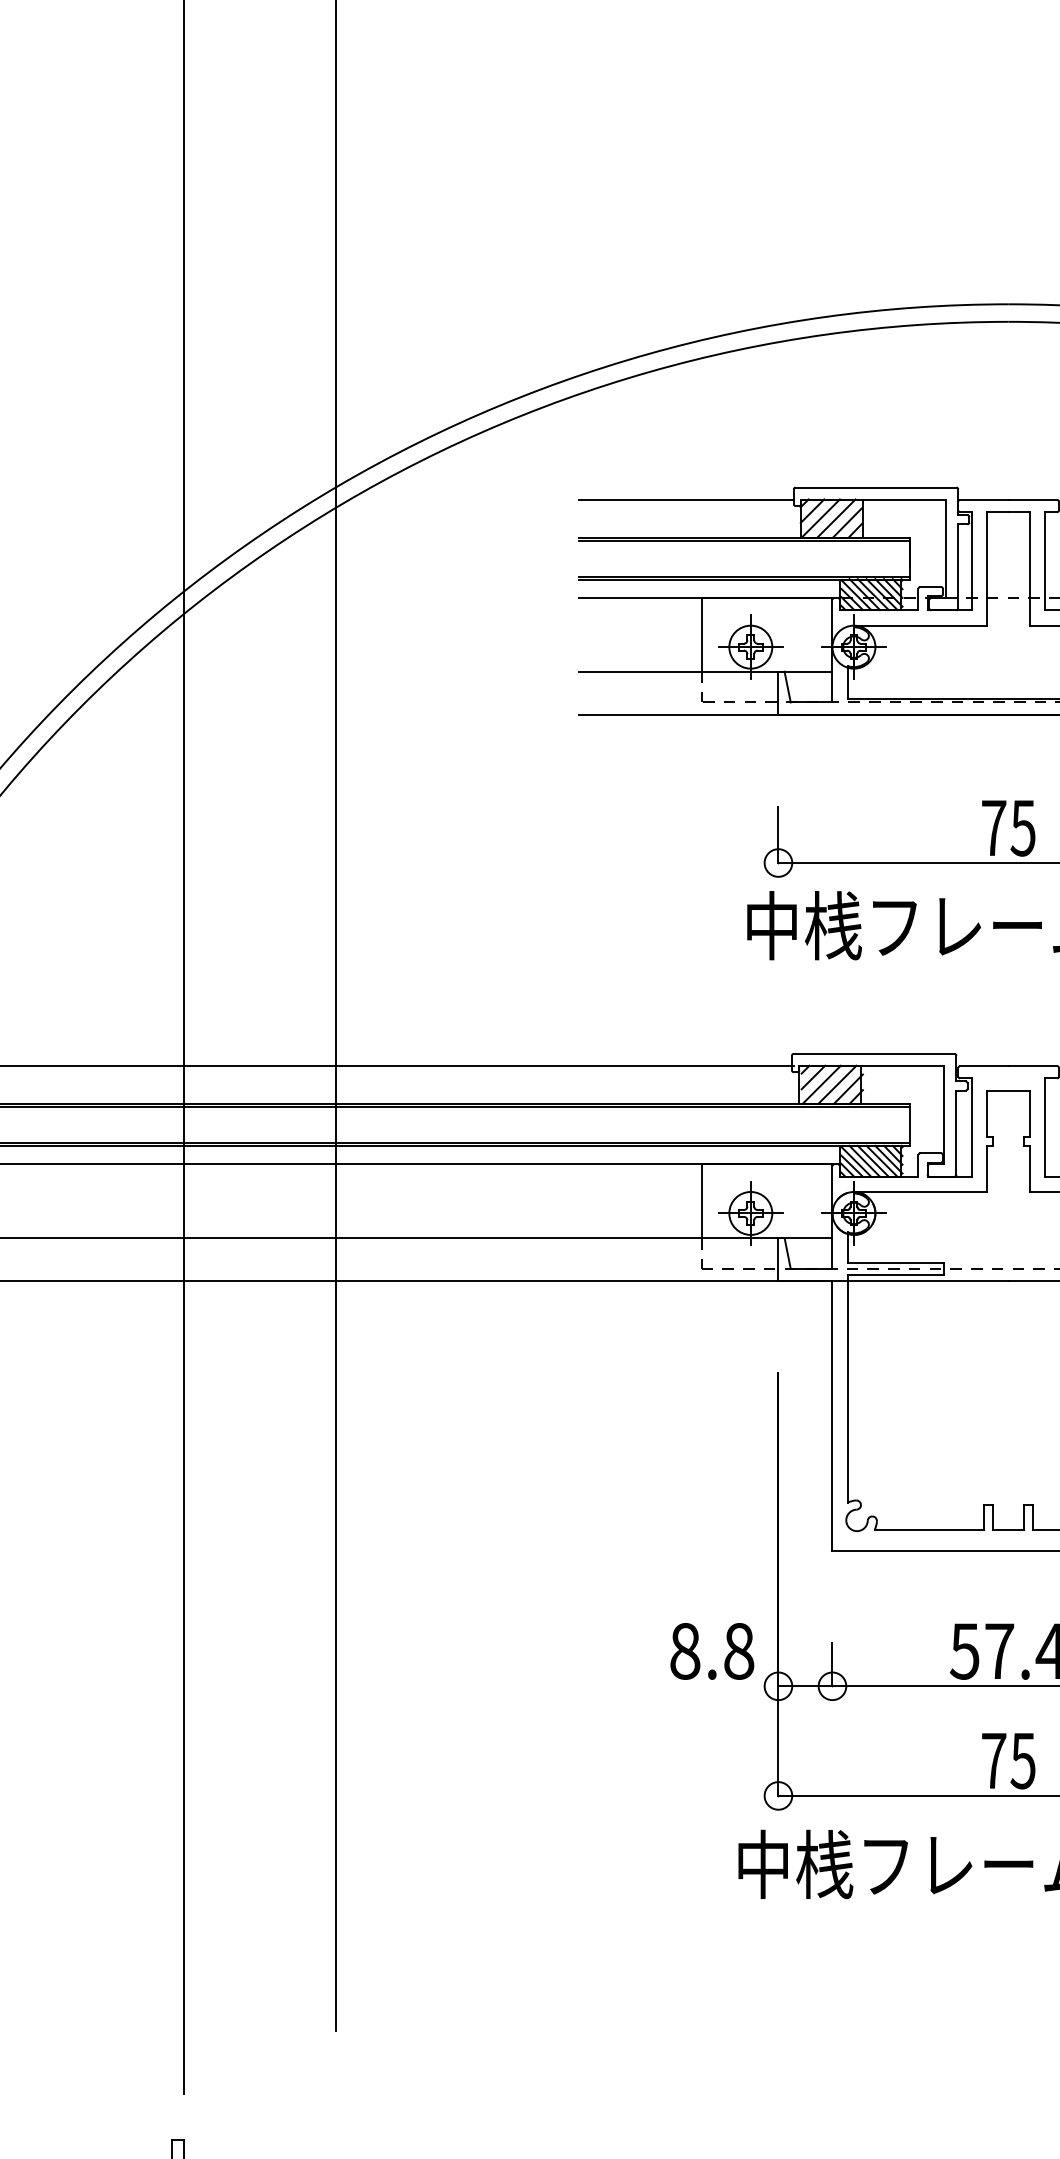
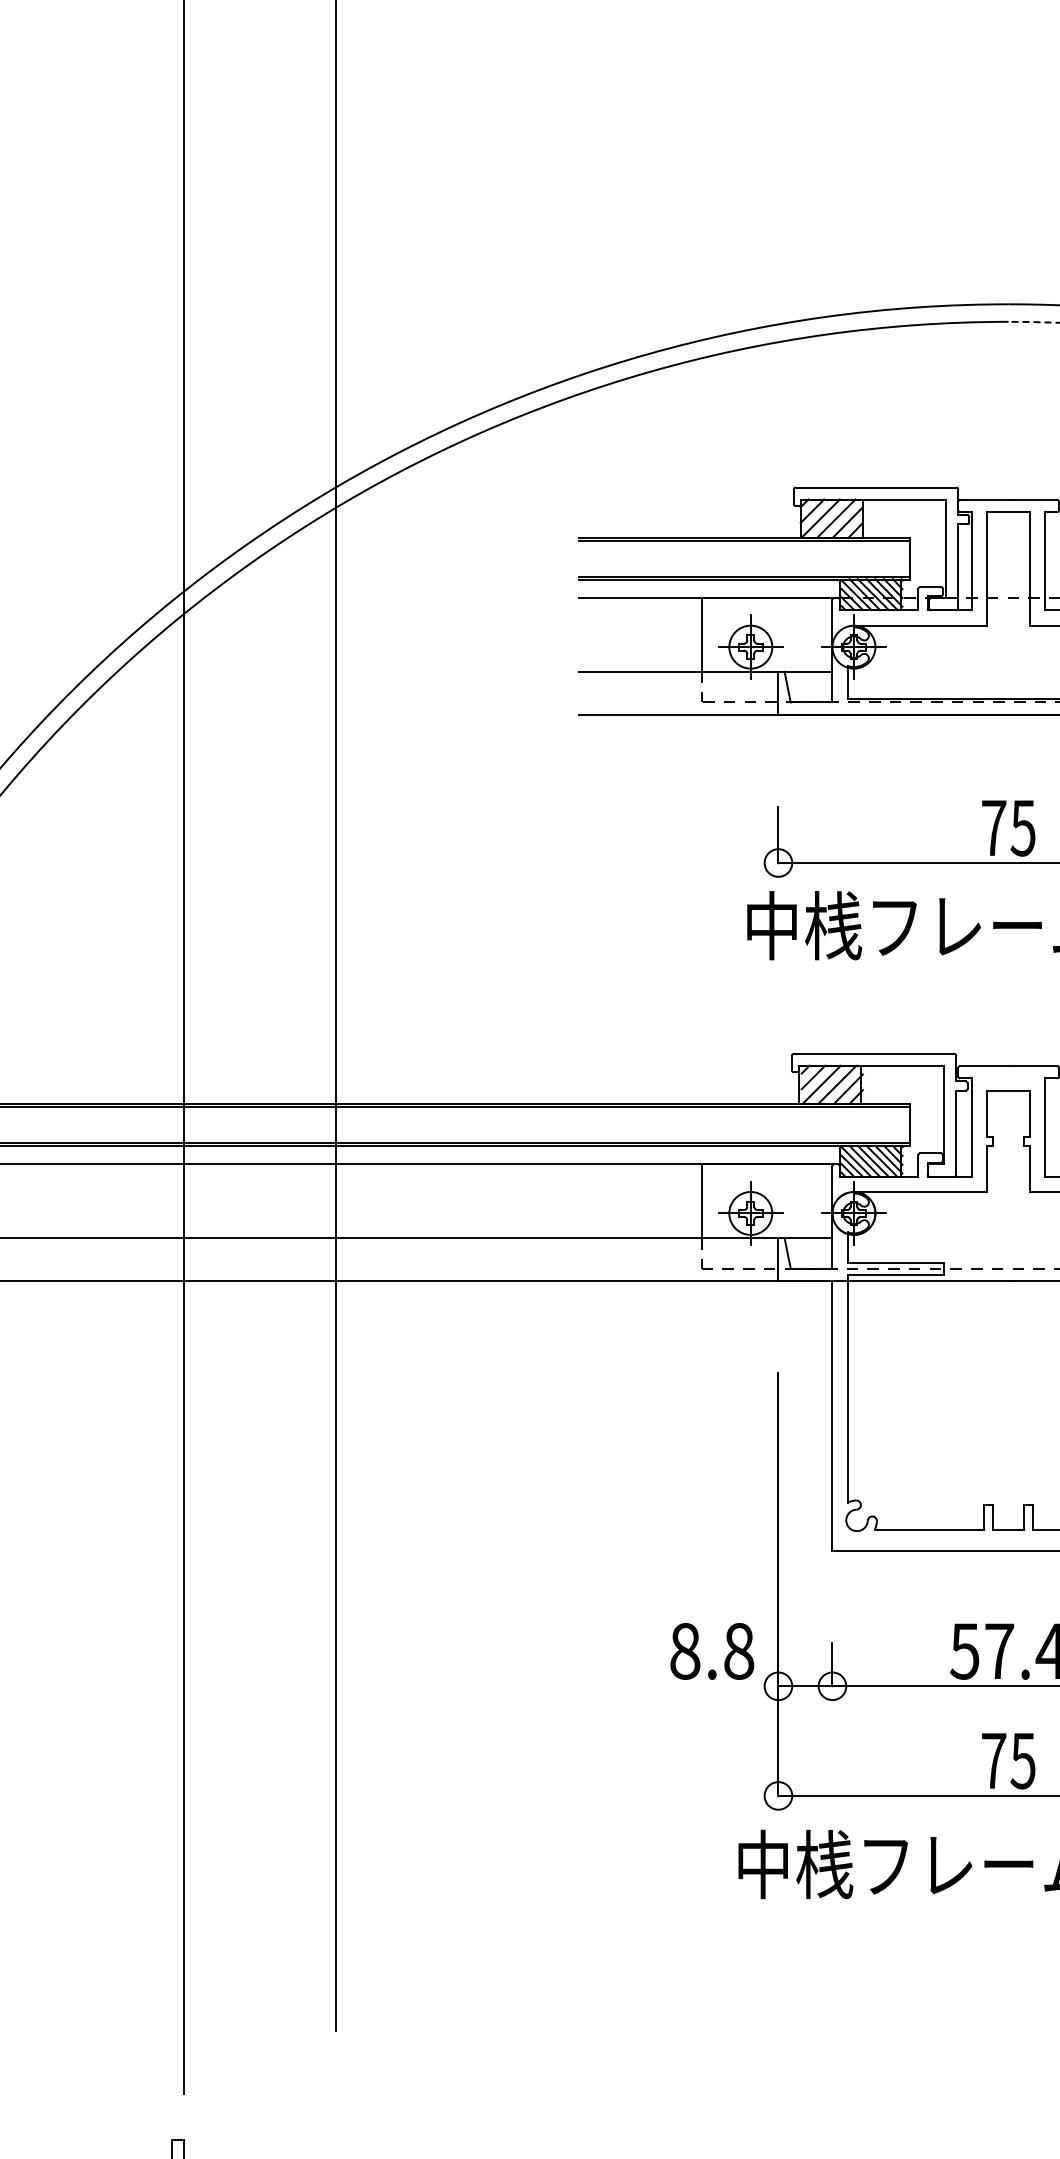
arc at (1033, 322): solid -> dashed
line at (685, 499): present -> none
line at (397, 1066): present -> none
